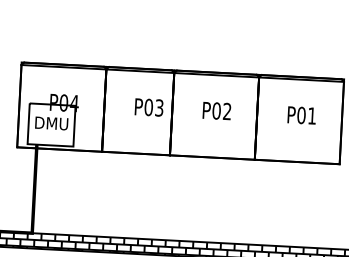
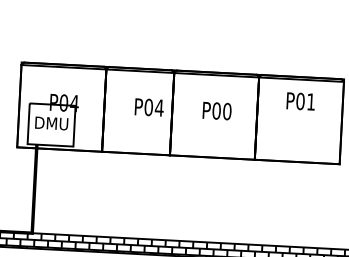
text at (158, 107): P03 -> P04
text at (226, 111): P02 -> P00
text at (301, 115) position: (301, 115) -> (300, 101)
